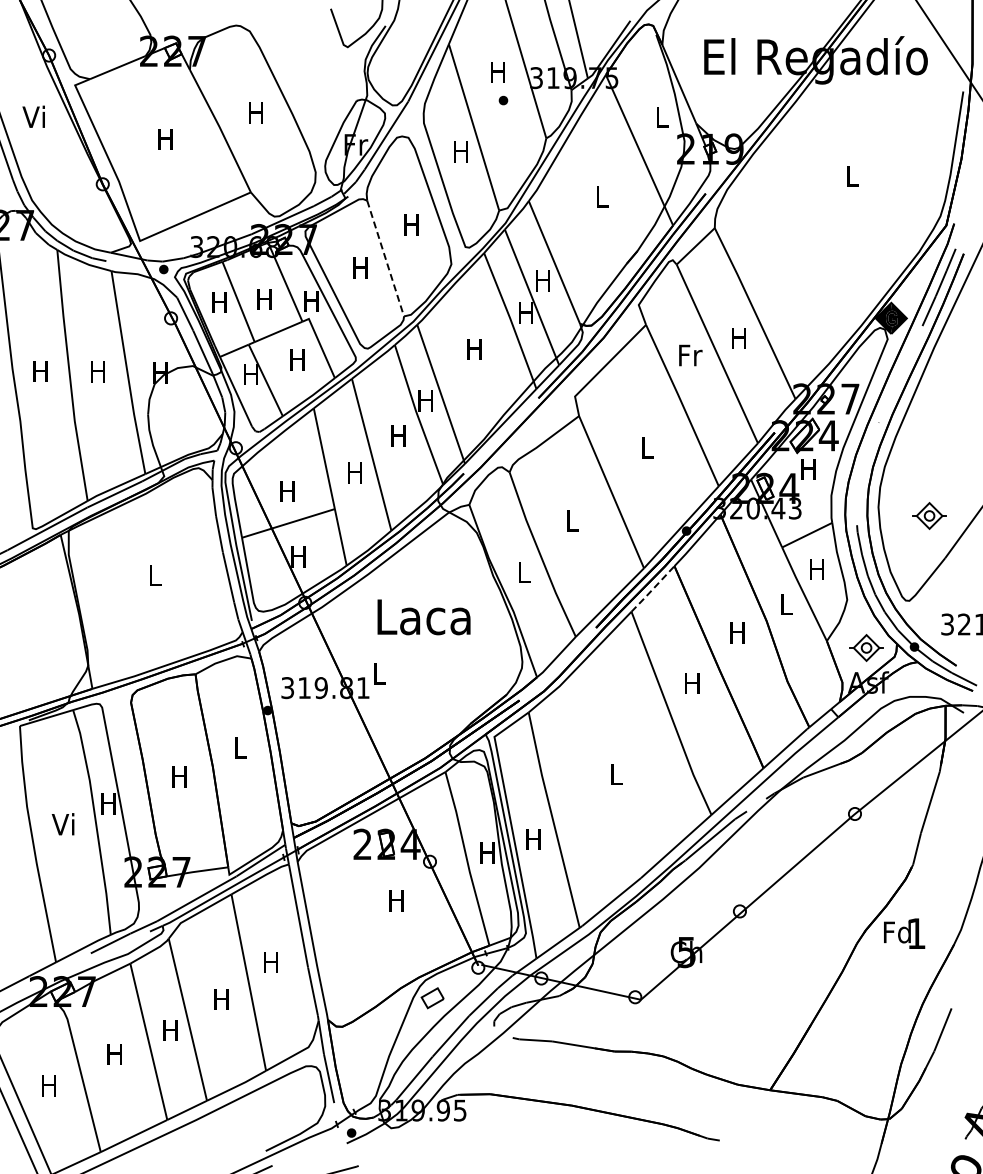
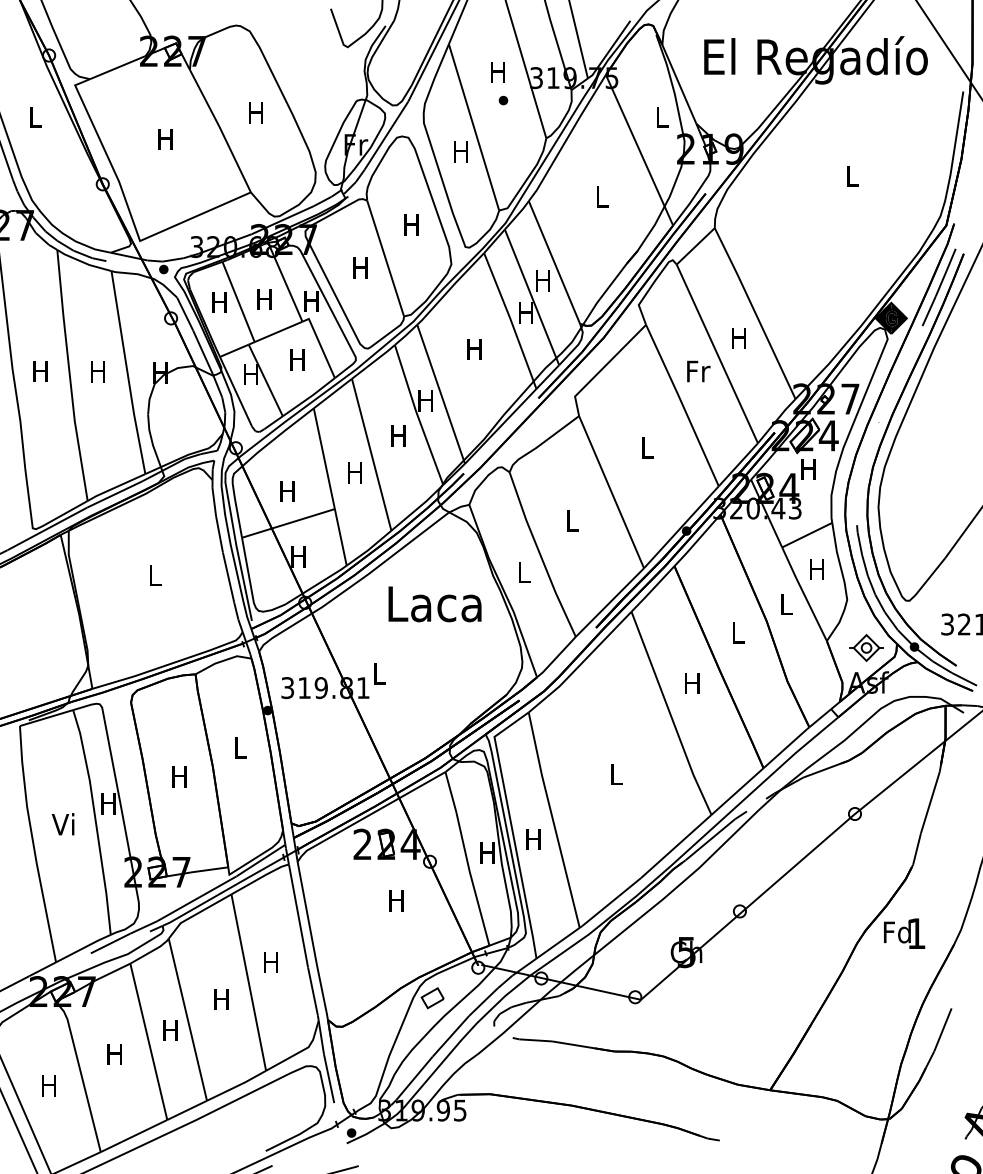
text at (33, 116): Vi -> L
line at (385, 258): dashed -> solid
text at (690, 355) position: (690, 355) -> (698, 371)
part at (929, 515): present -> none
line at (653, 589): dashed -> solid
text at (423, 617) position: (423, 617) -> (434, 604)
text at (737, 632): H -> L
